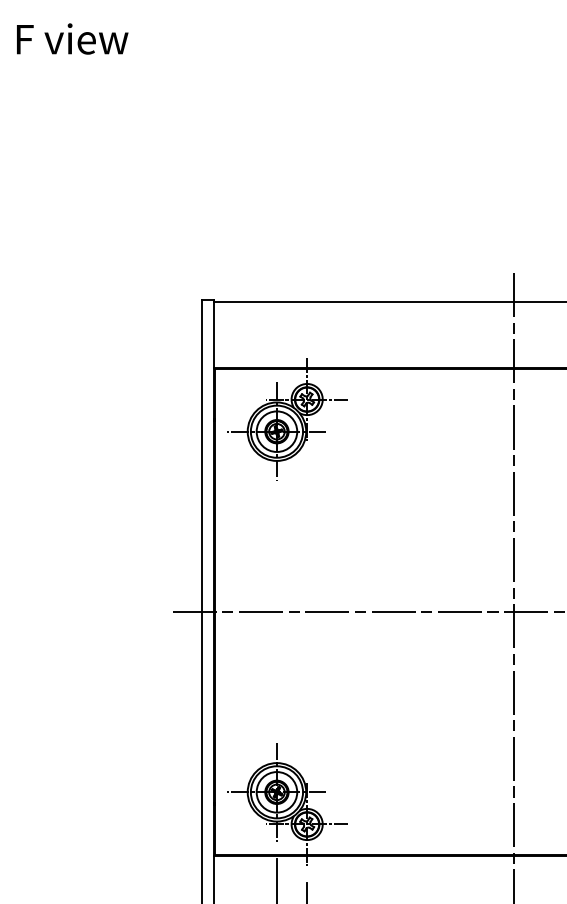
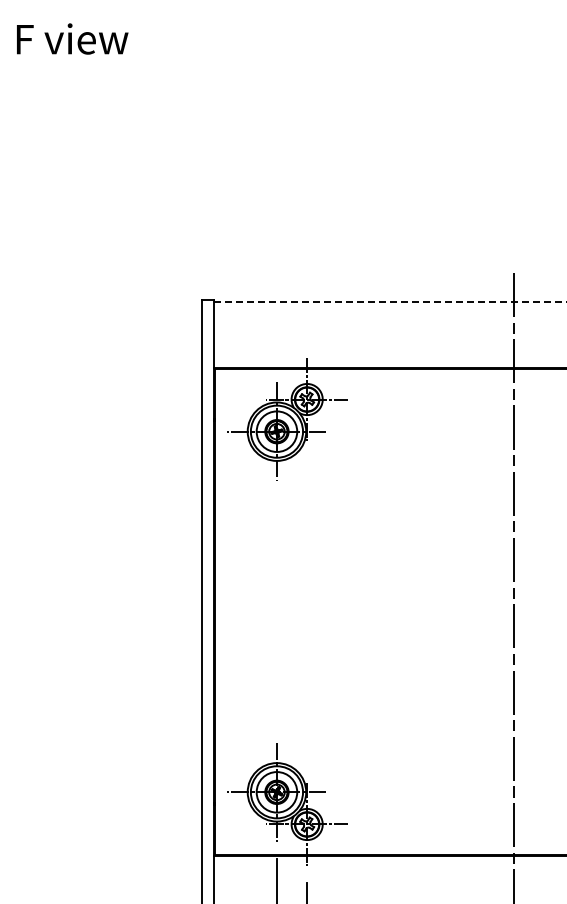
line at (390, 302): solid -> dashed
line at (367, 612): present -> none
